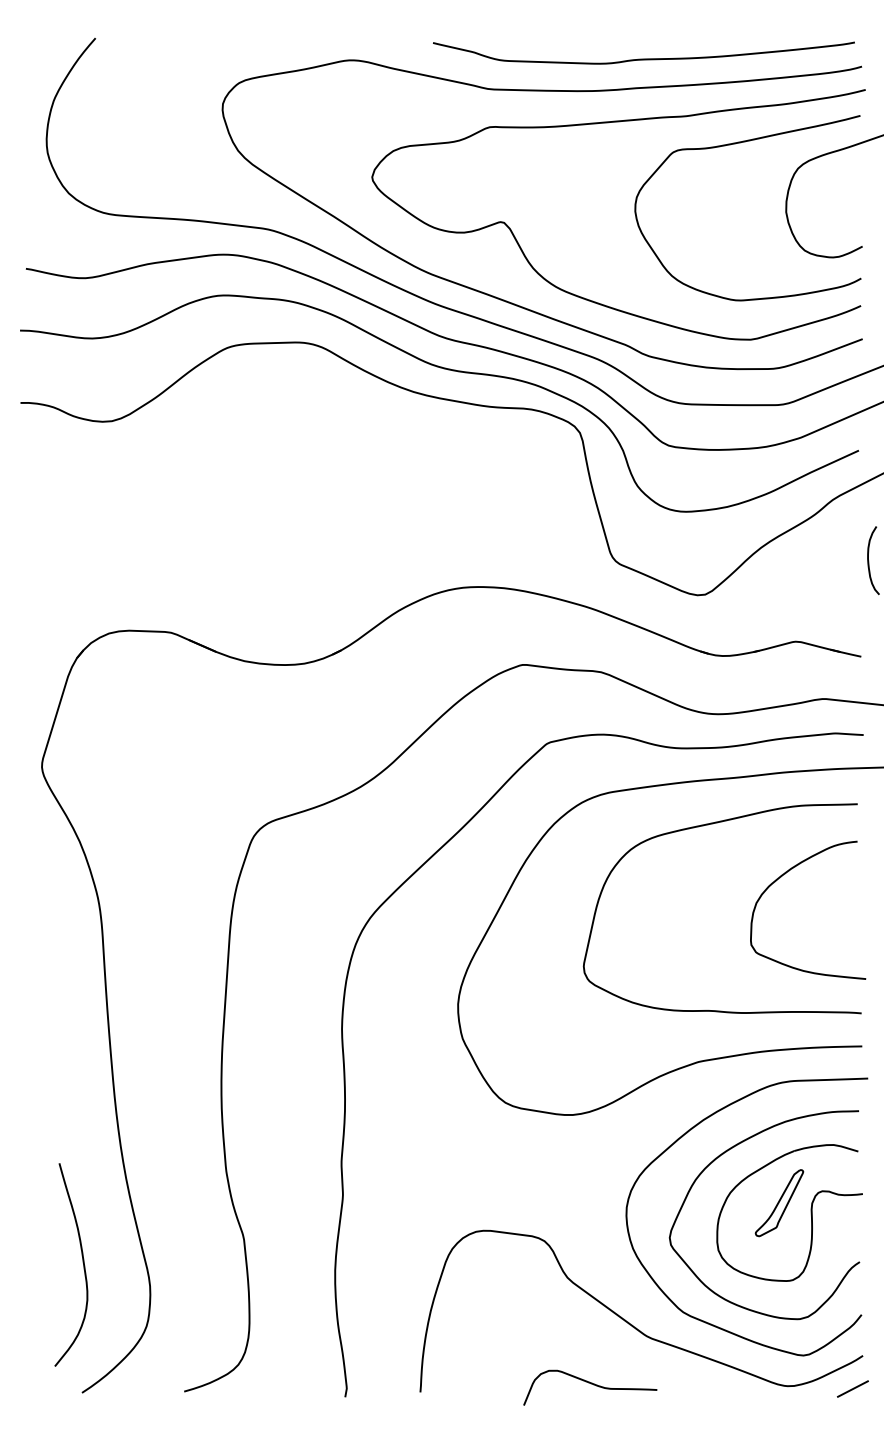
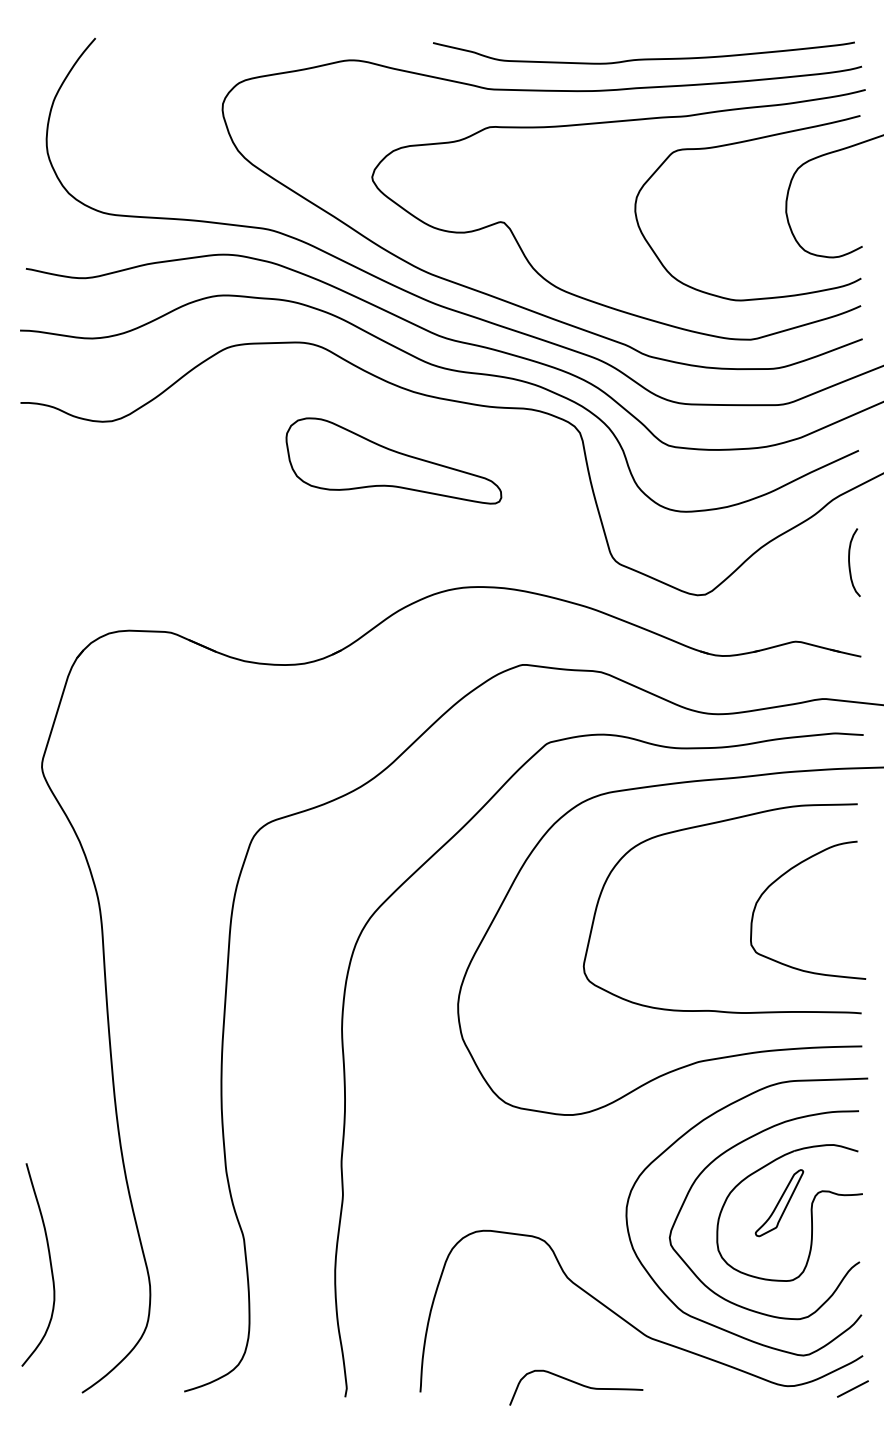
part at (393, 460): none -> present
curve at (869, 561) position: (869, 561) -> (850, 563)
curve at (82, 1262) position: (82, 1262) -> (49, 1262)
curve at (591, 1384) position: (591, 1384) -> (577, 1384)
